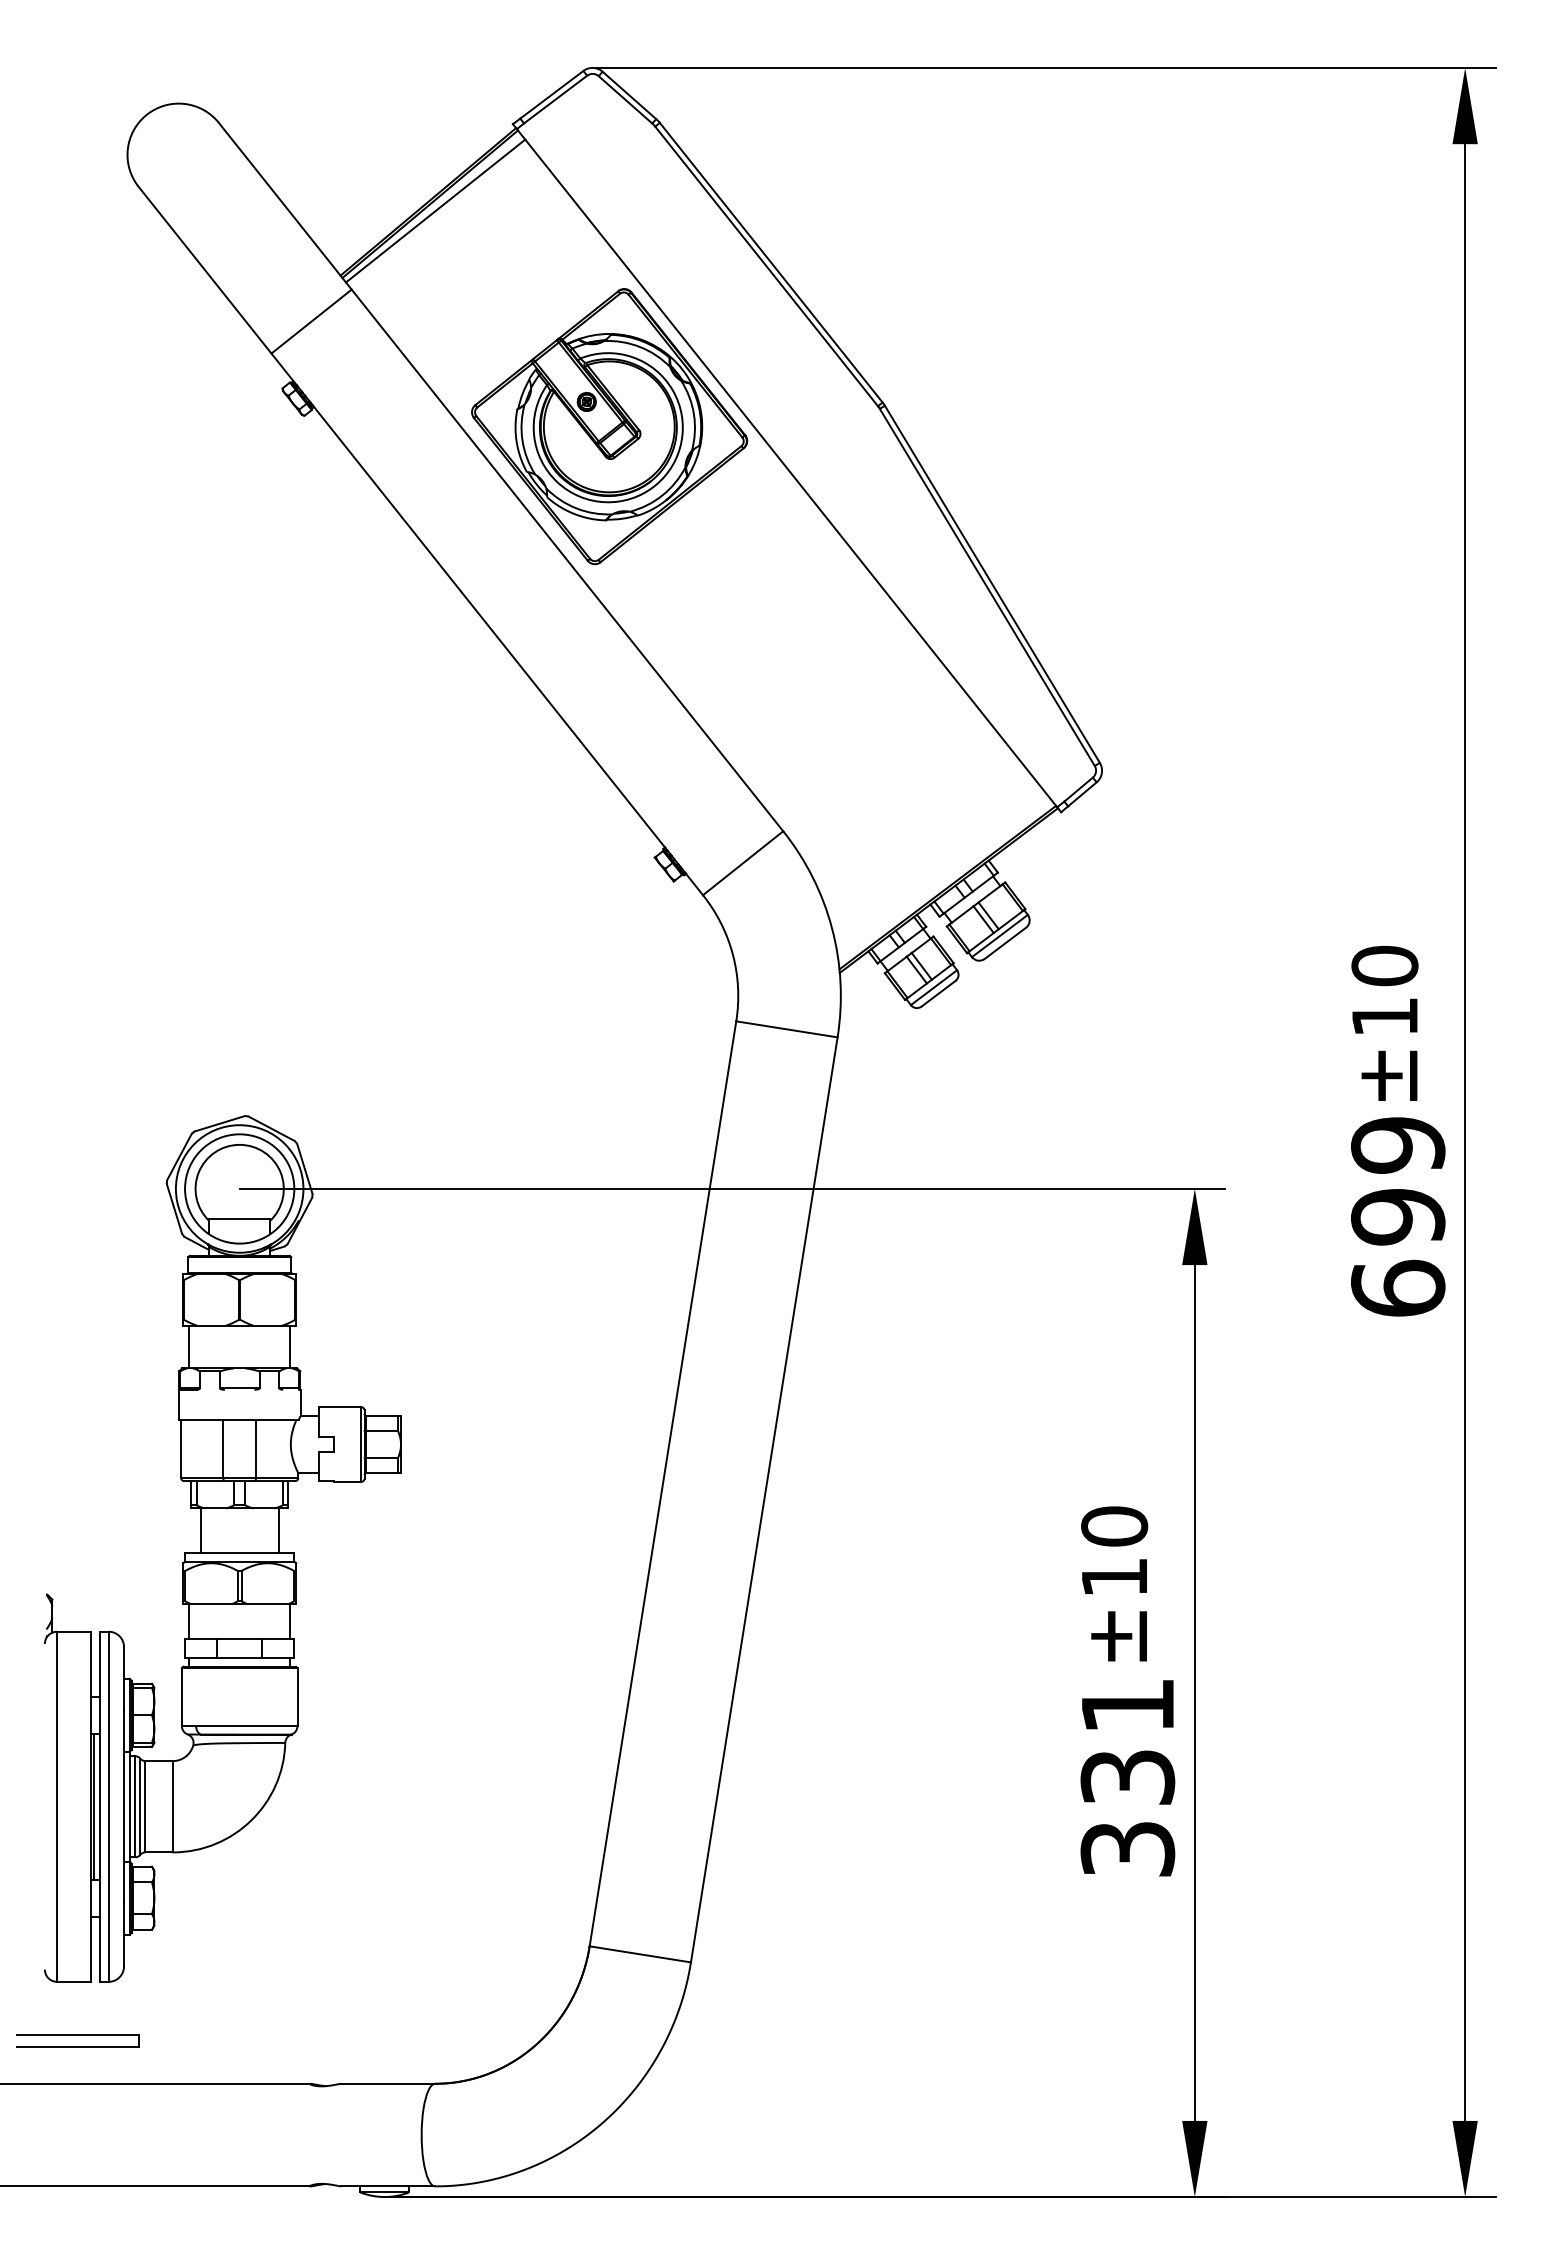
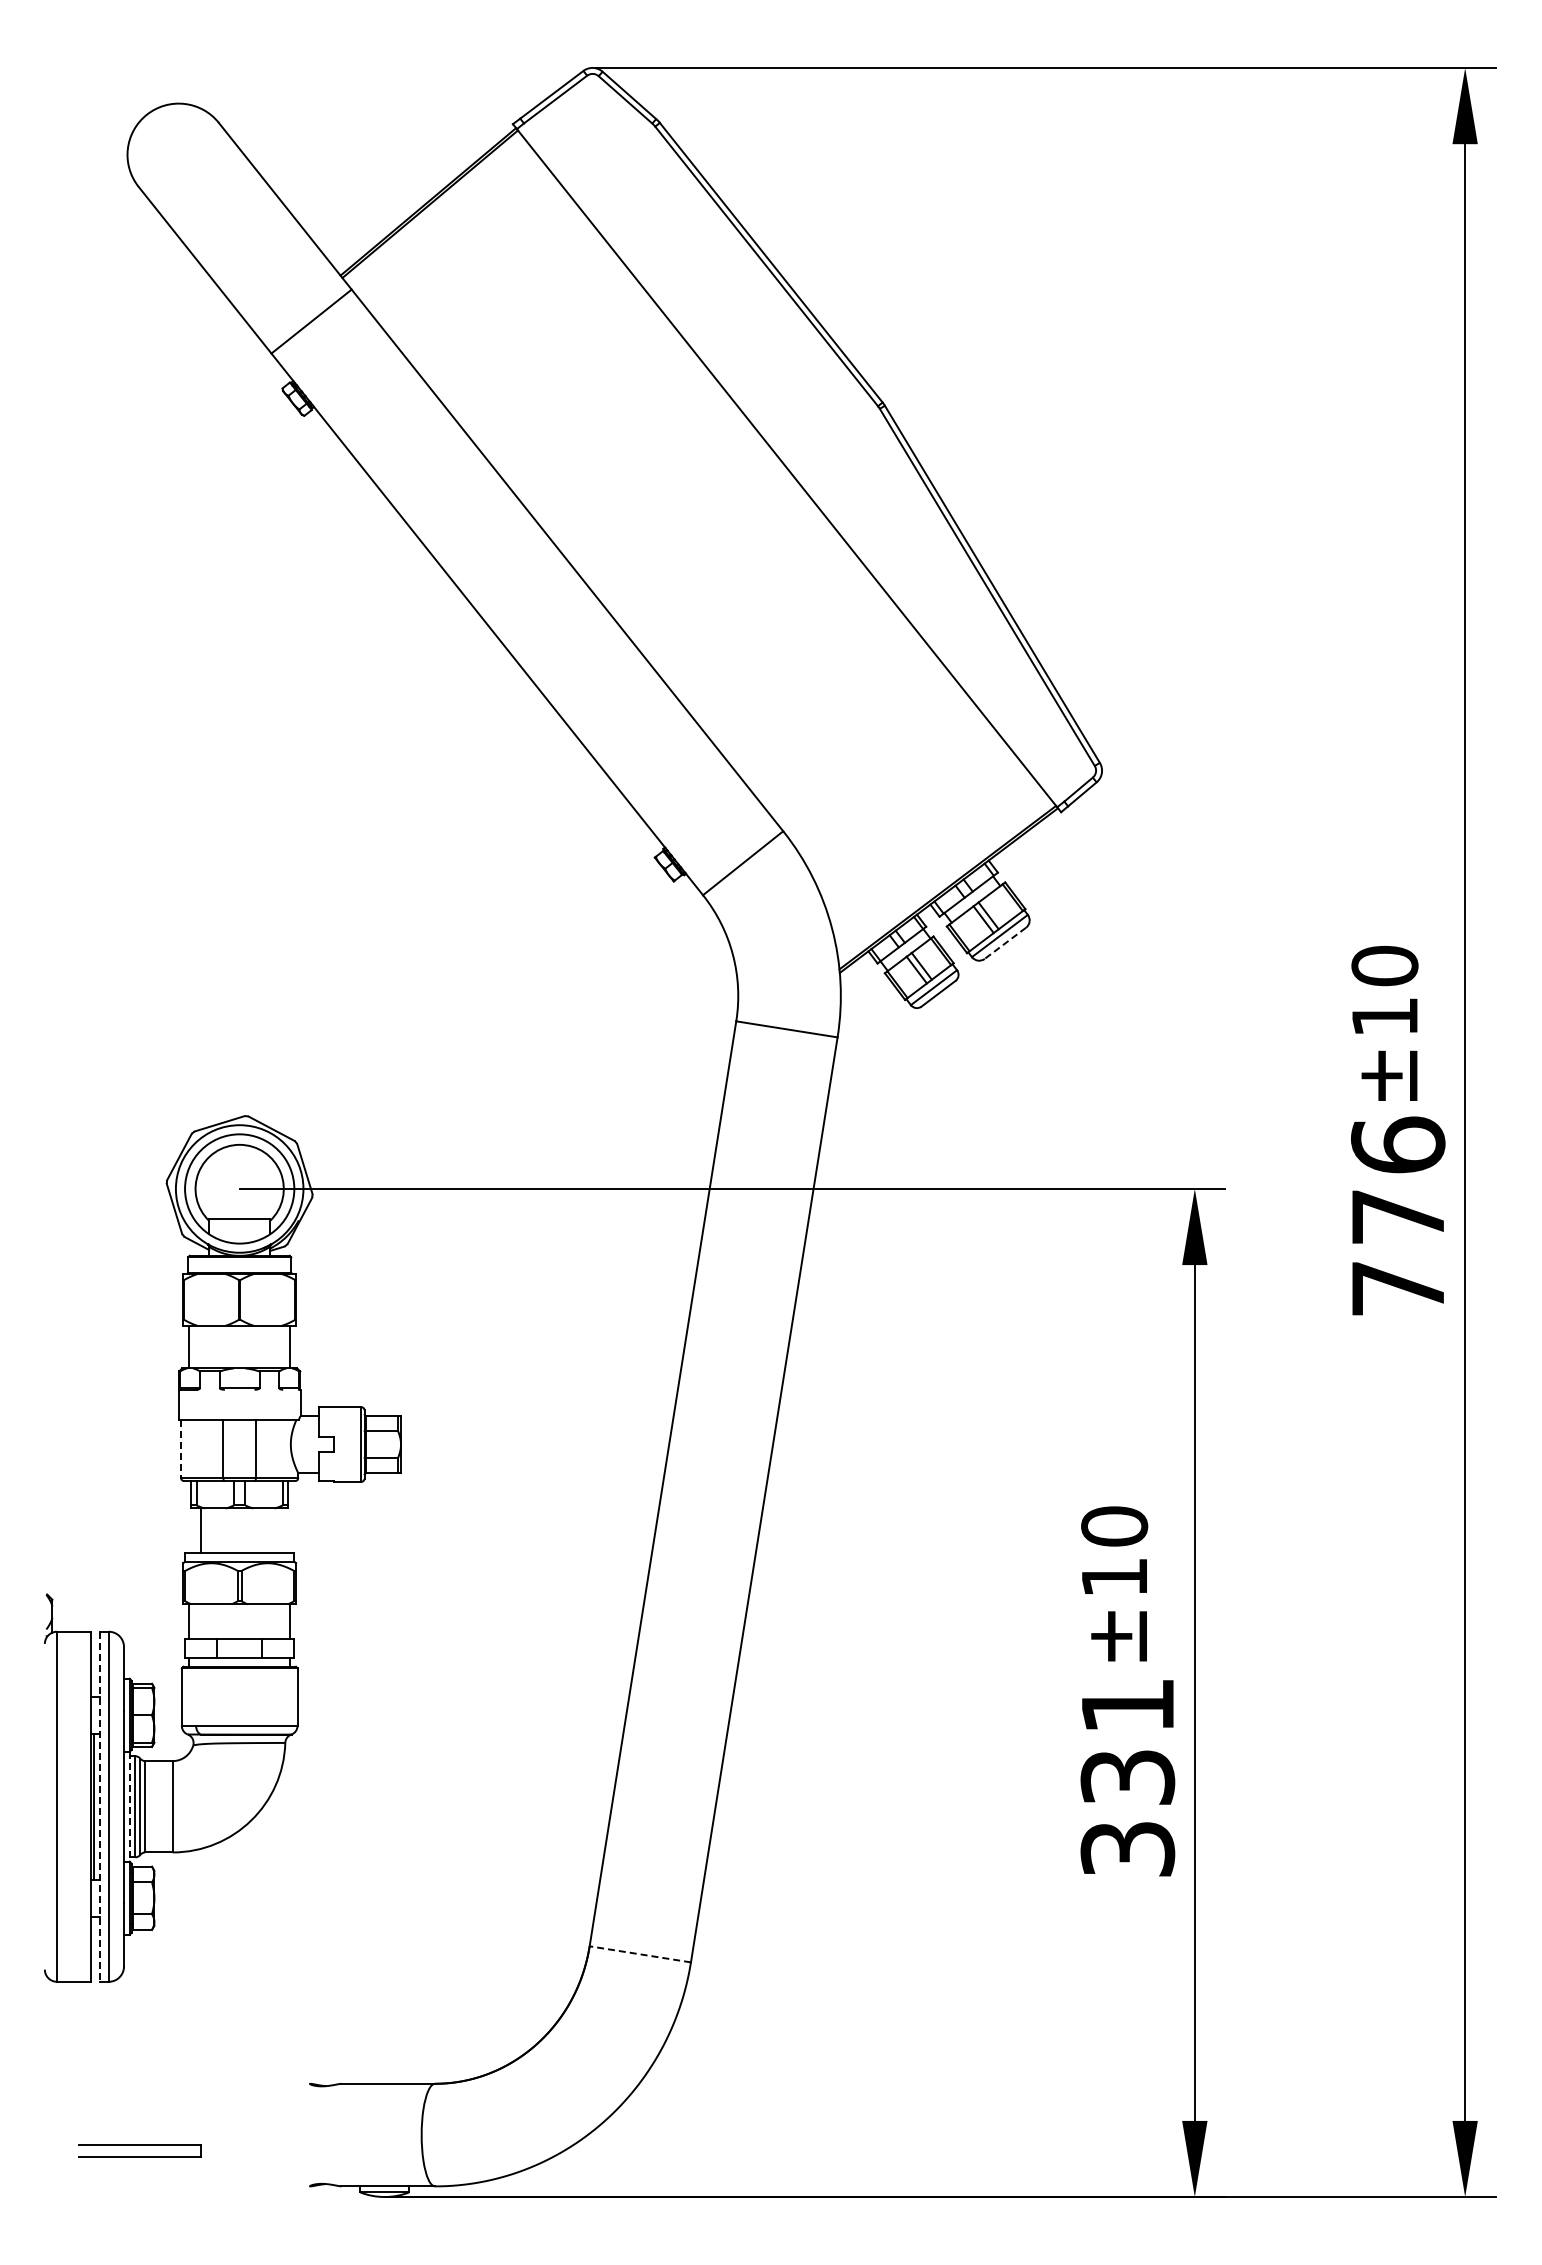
line at (435, 210): present -> none
part at (609, 426): present -> none
line at (1005, 943): solid -> dashed
text at (1398, 1216): 699 -> 776
line at (181, 1449): solid -> dashed
line at (278, 1530): present -> none
line at (99, 1807): solid -> dashed
line at (130, 1807): solid -> dashed
line at (639, 1954): solid -> dashed
part at (77, 2040) position: (77, 2040) -> (139, 2150)
line at (156, 2083): present -> none
line at (156, 2186): present -> none
